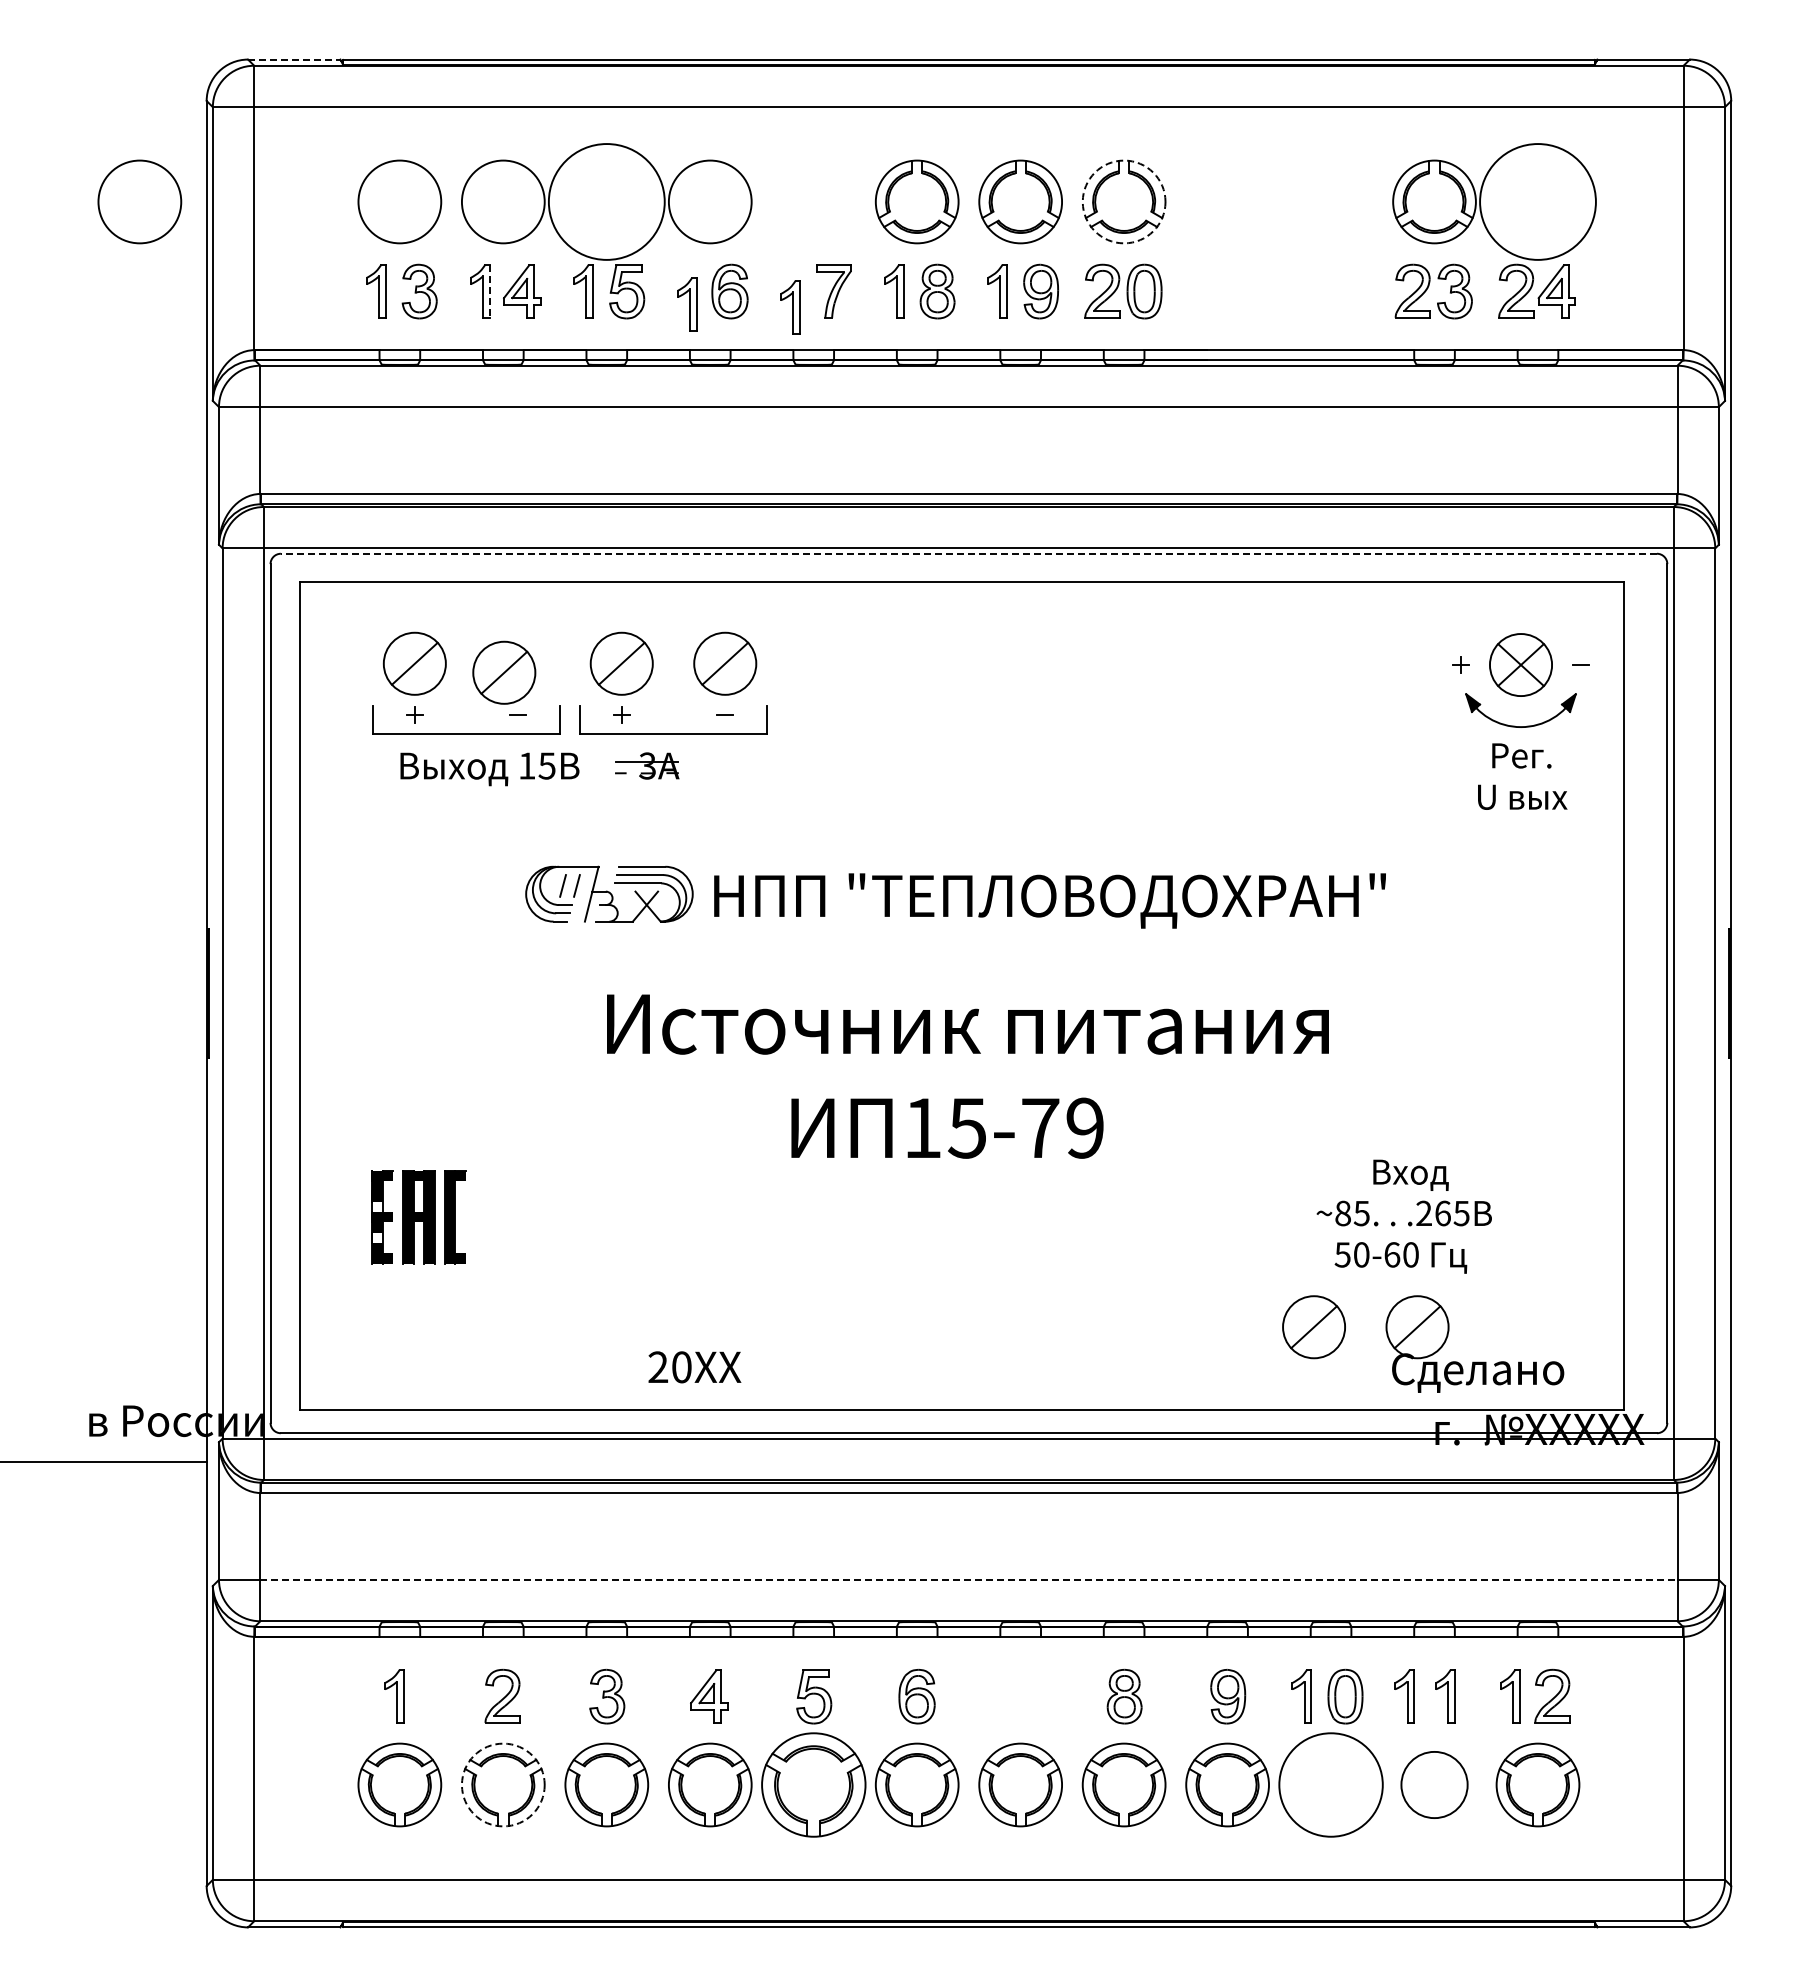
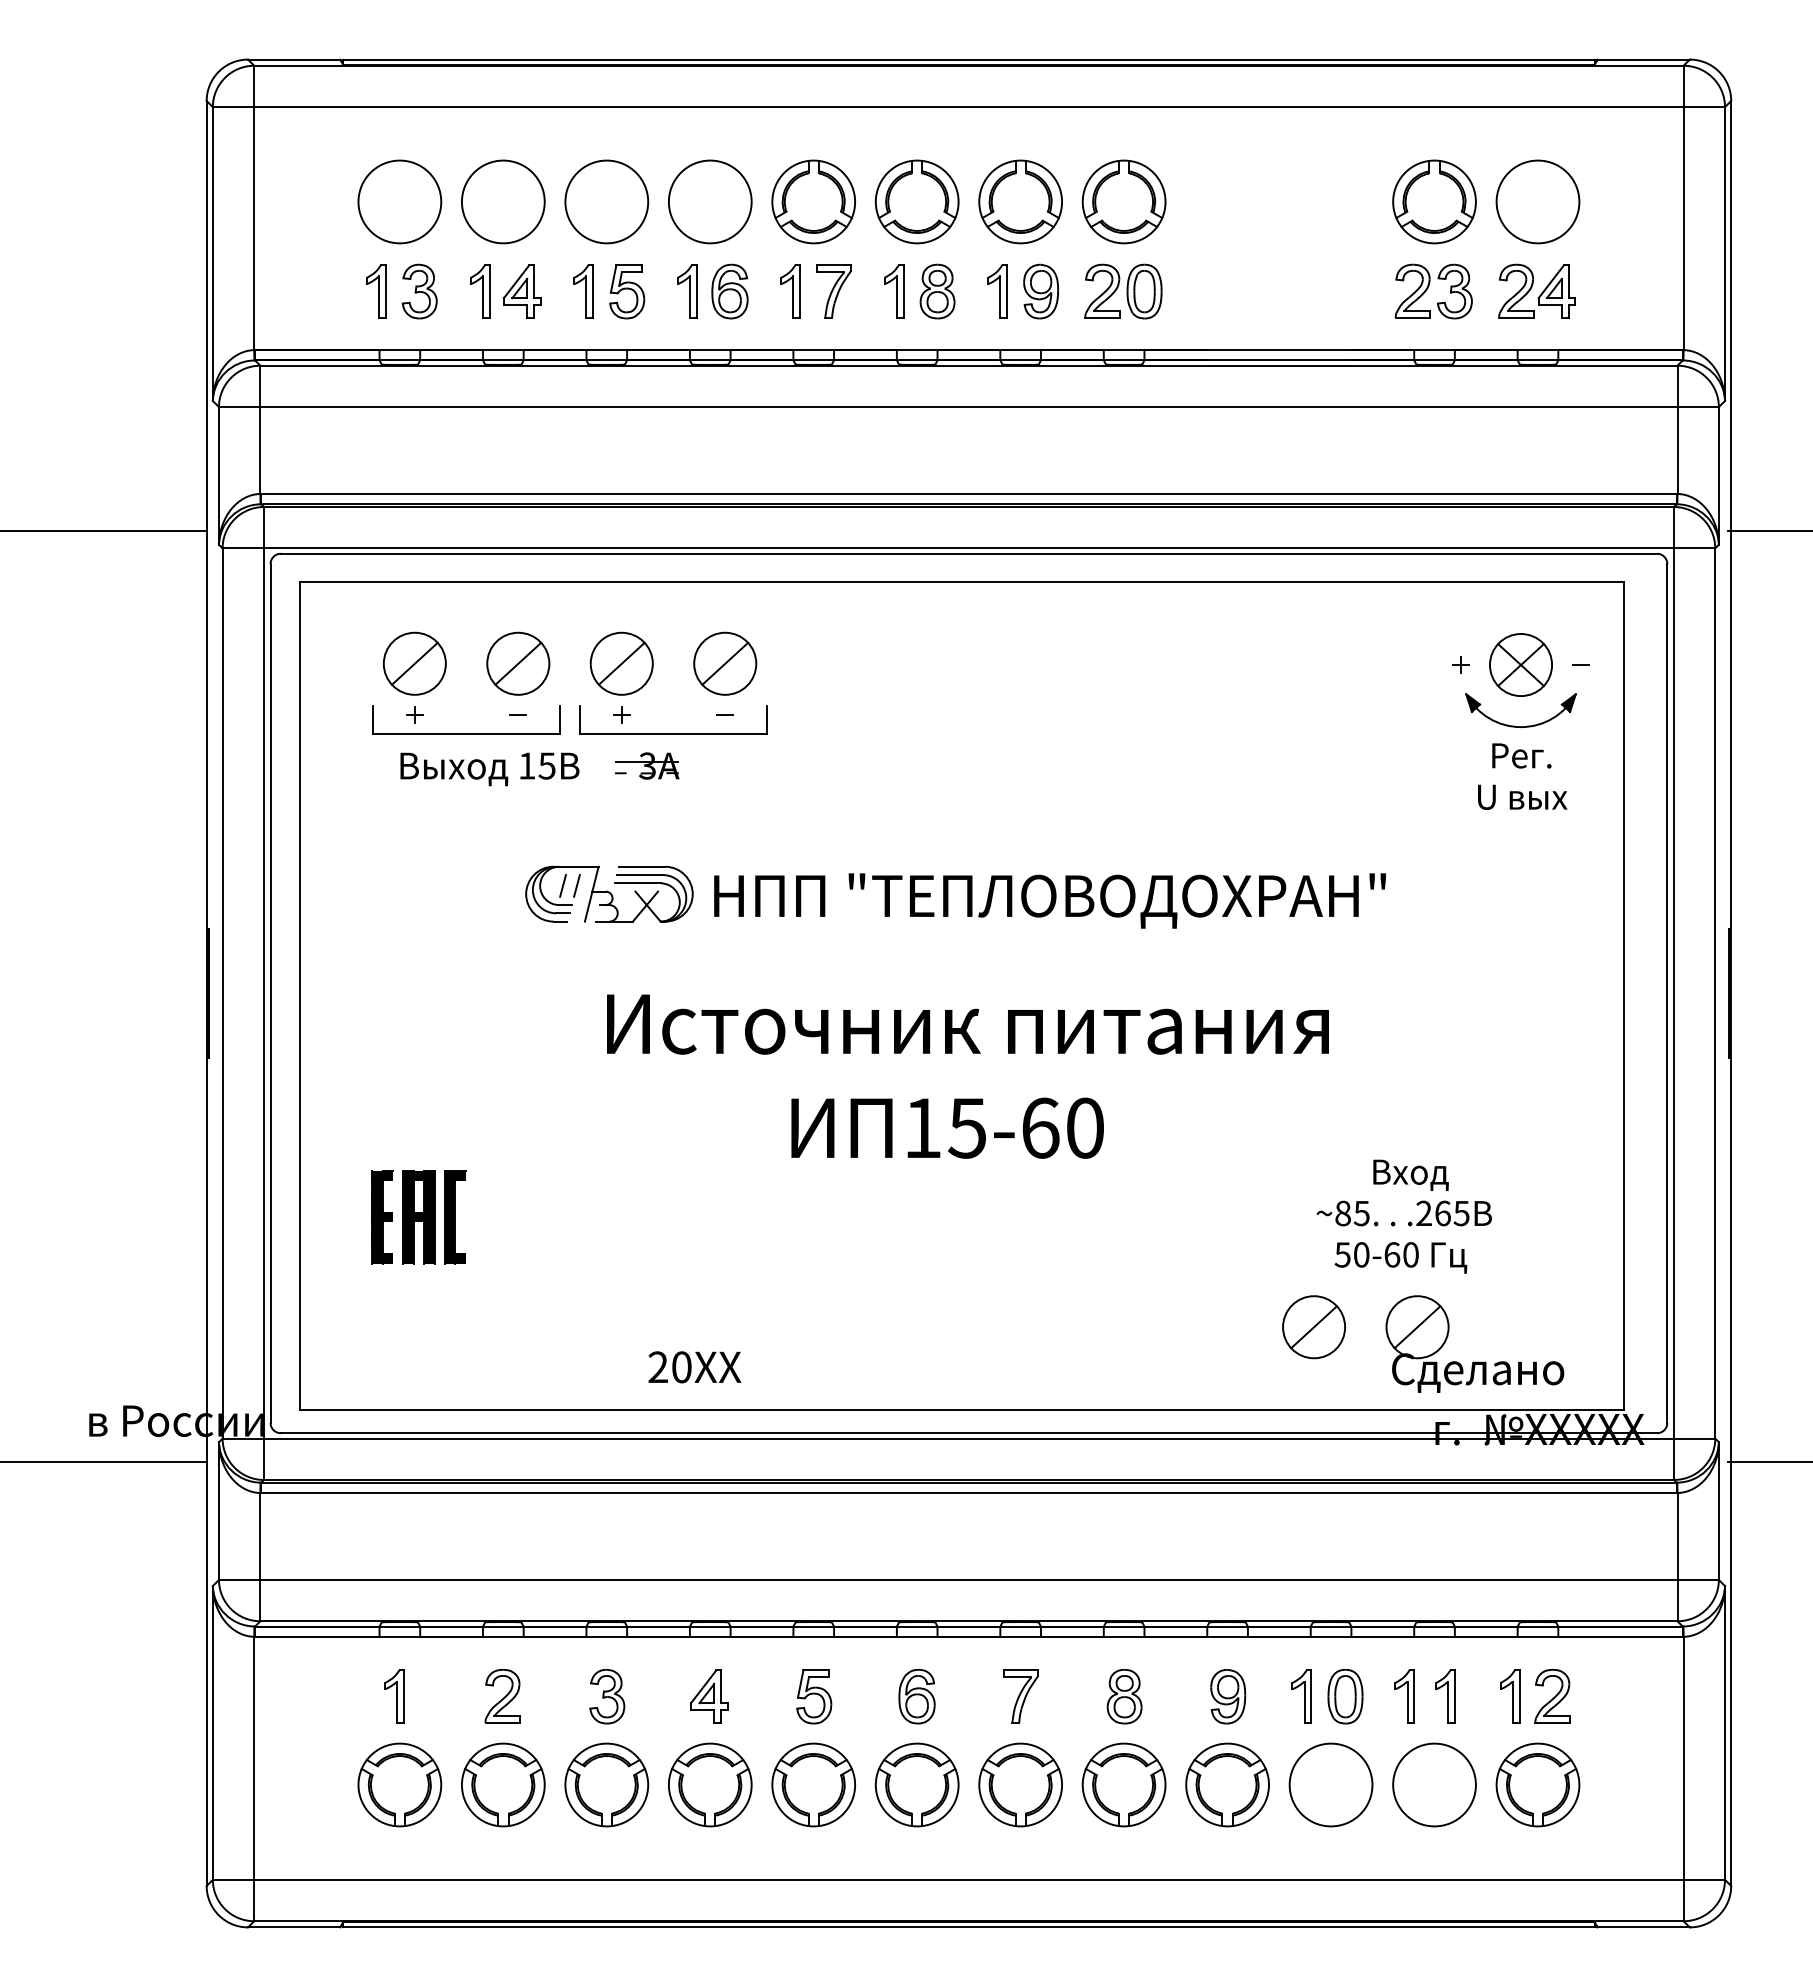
line at (294, 59): dashed -> solid
circle at (139, 201): present -> none
circle at (606, 201) diameter: 116 px -> 83 px
part at (813, 201): none -> present
circle at (1123, 201): dashed -> solid
circle at (1537, 201) diameter: 116 px -> 83 px
line at (489, 291): dashed -> solid
part at (687, 304) position: (687, 304) -> (687, 291)
part at (790, 307) position: (790, 307) -> (790, 291)
line at (104, 530): none -> present
line at (1768, 530): none -> present
line at (968, 553): dashed -> solid
part at (504, 672) position: (504, 672) -> (518, 663)
text at (1062, 1127): 15-79 -> 15-60
fill at (377, 1206): none -> present
fill at (377, 1237): none -> present
line at (1768, 1461): none -> present
line at (968, 1579): dashed -> solid
part at (1020, 1696): none -> present
circle at (502, 1784): dashed -> solid
part at (813, 1784) size: 106x106 px -> 85x86 px
circle at (1330, 1784) diameter: 103 px -> 83 px
circle at (1434, 1784) diameter: 66 px -> 83 px
